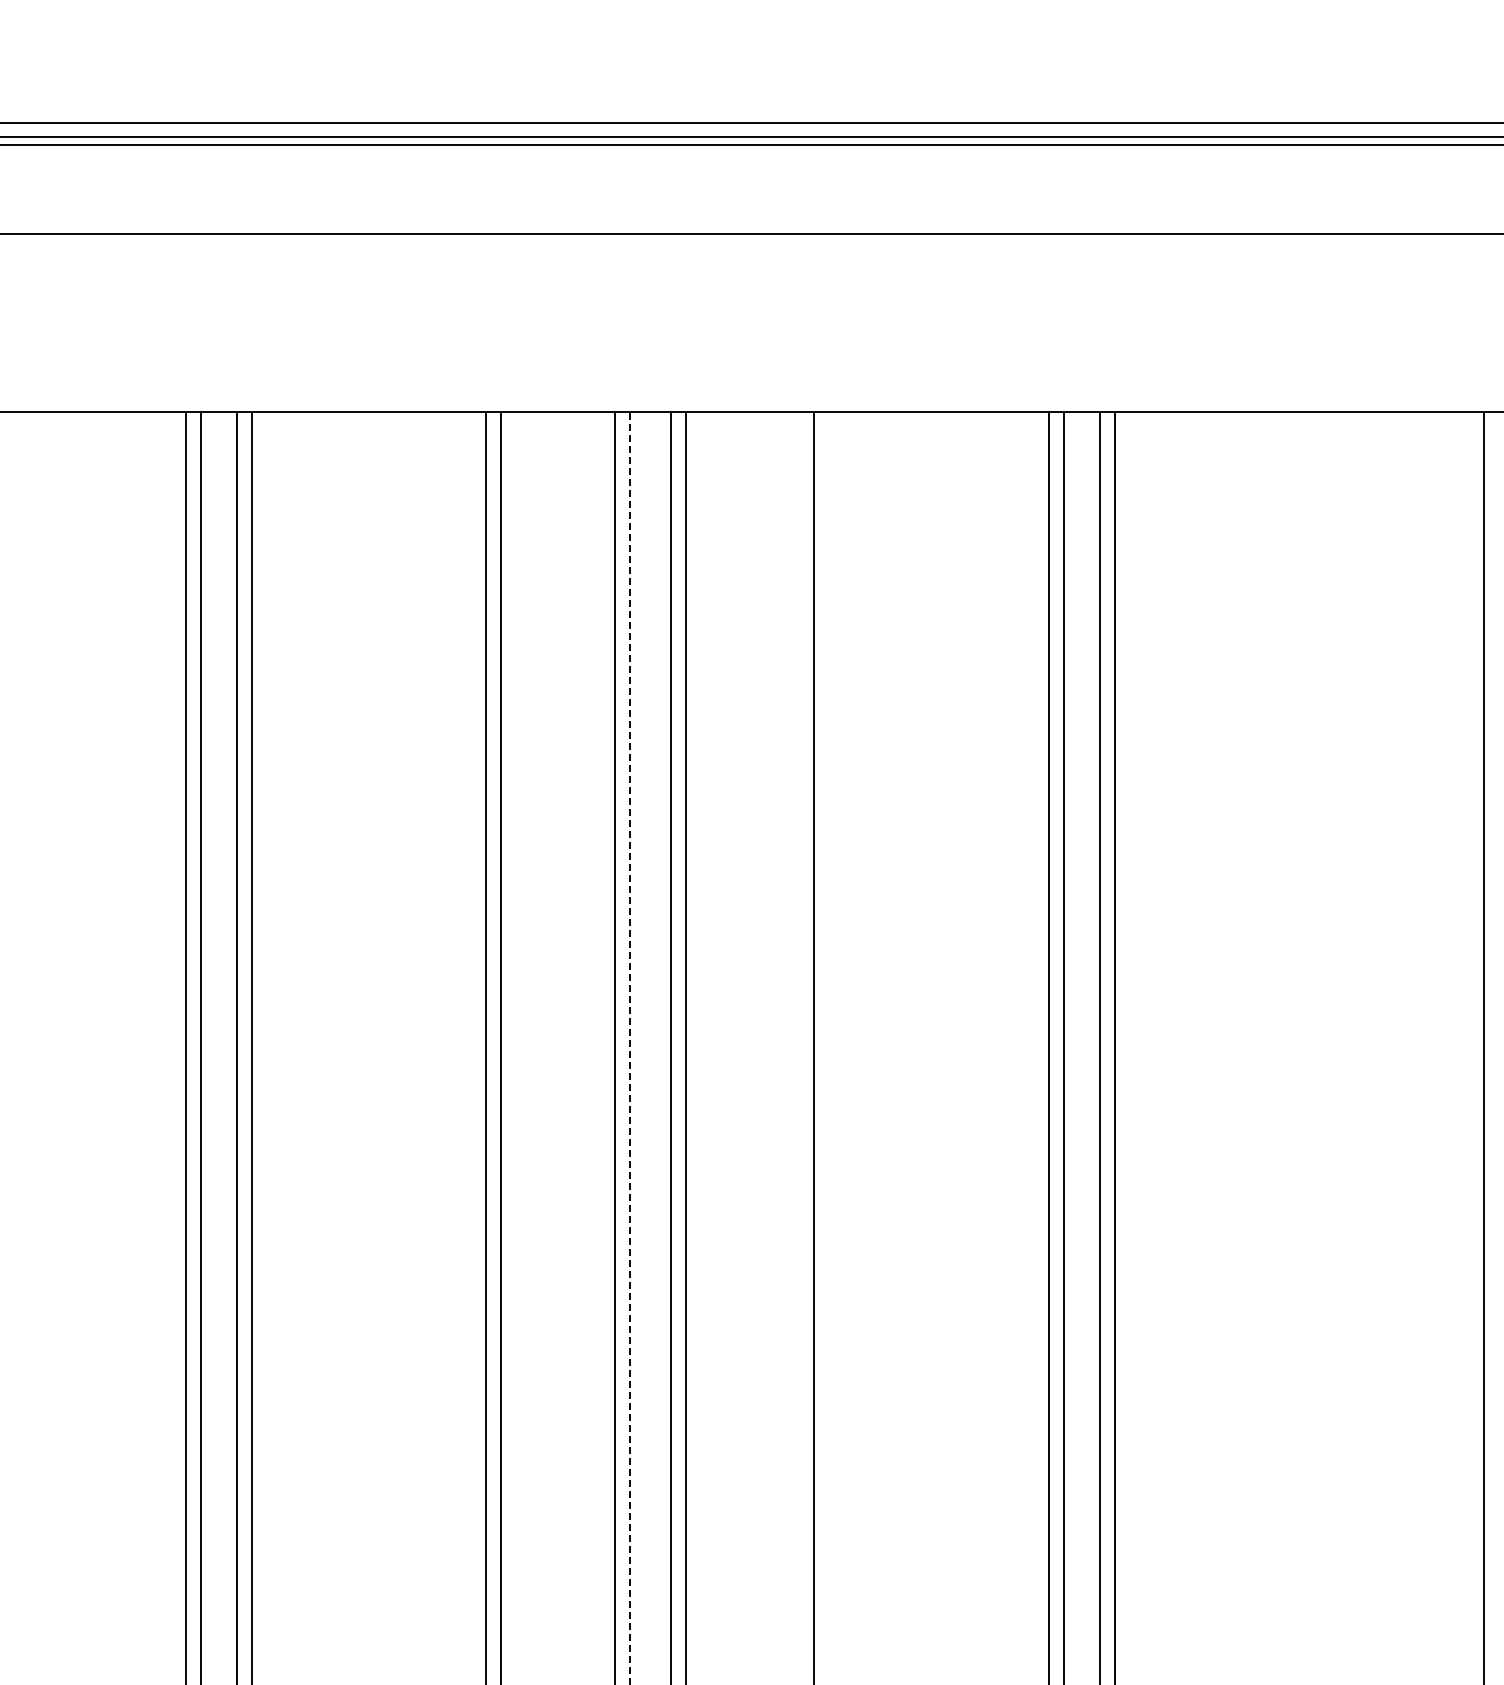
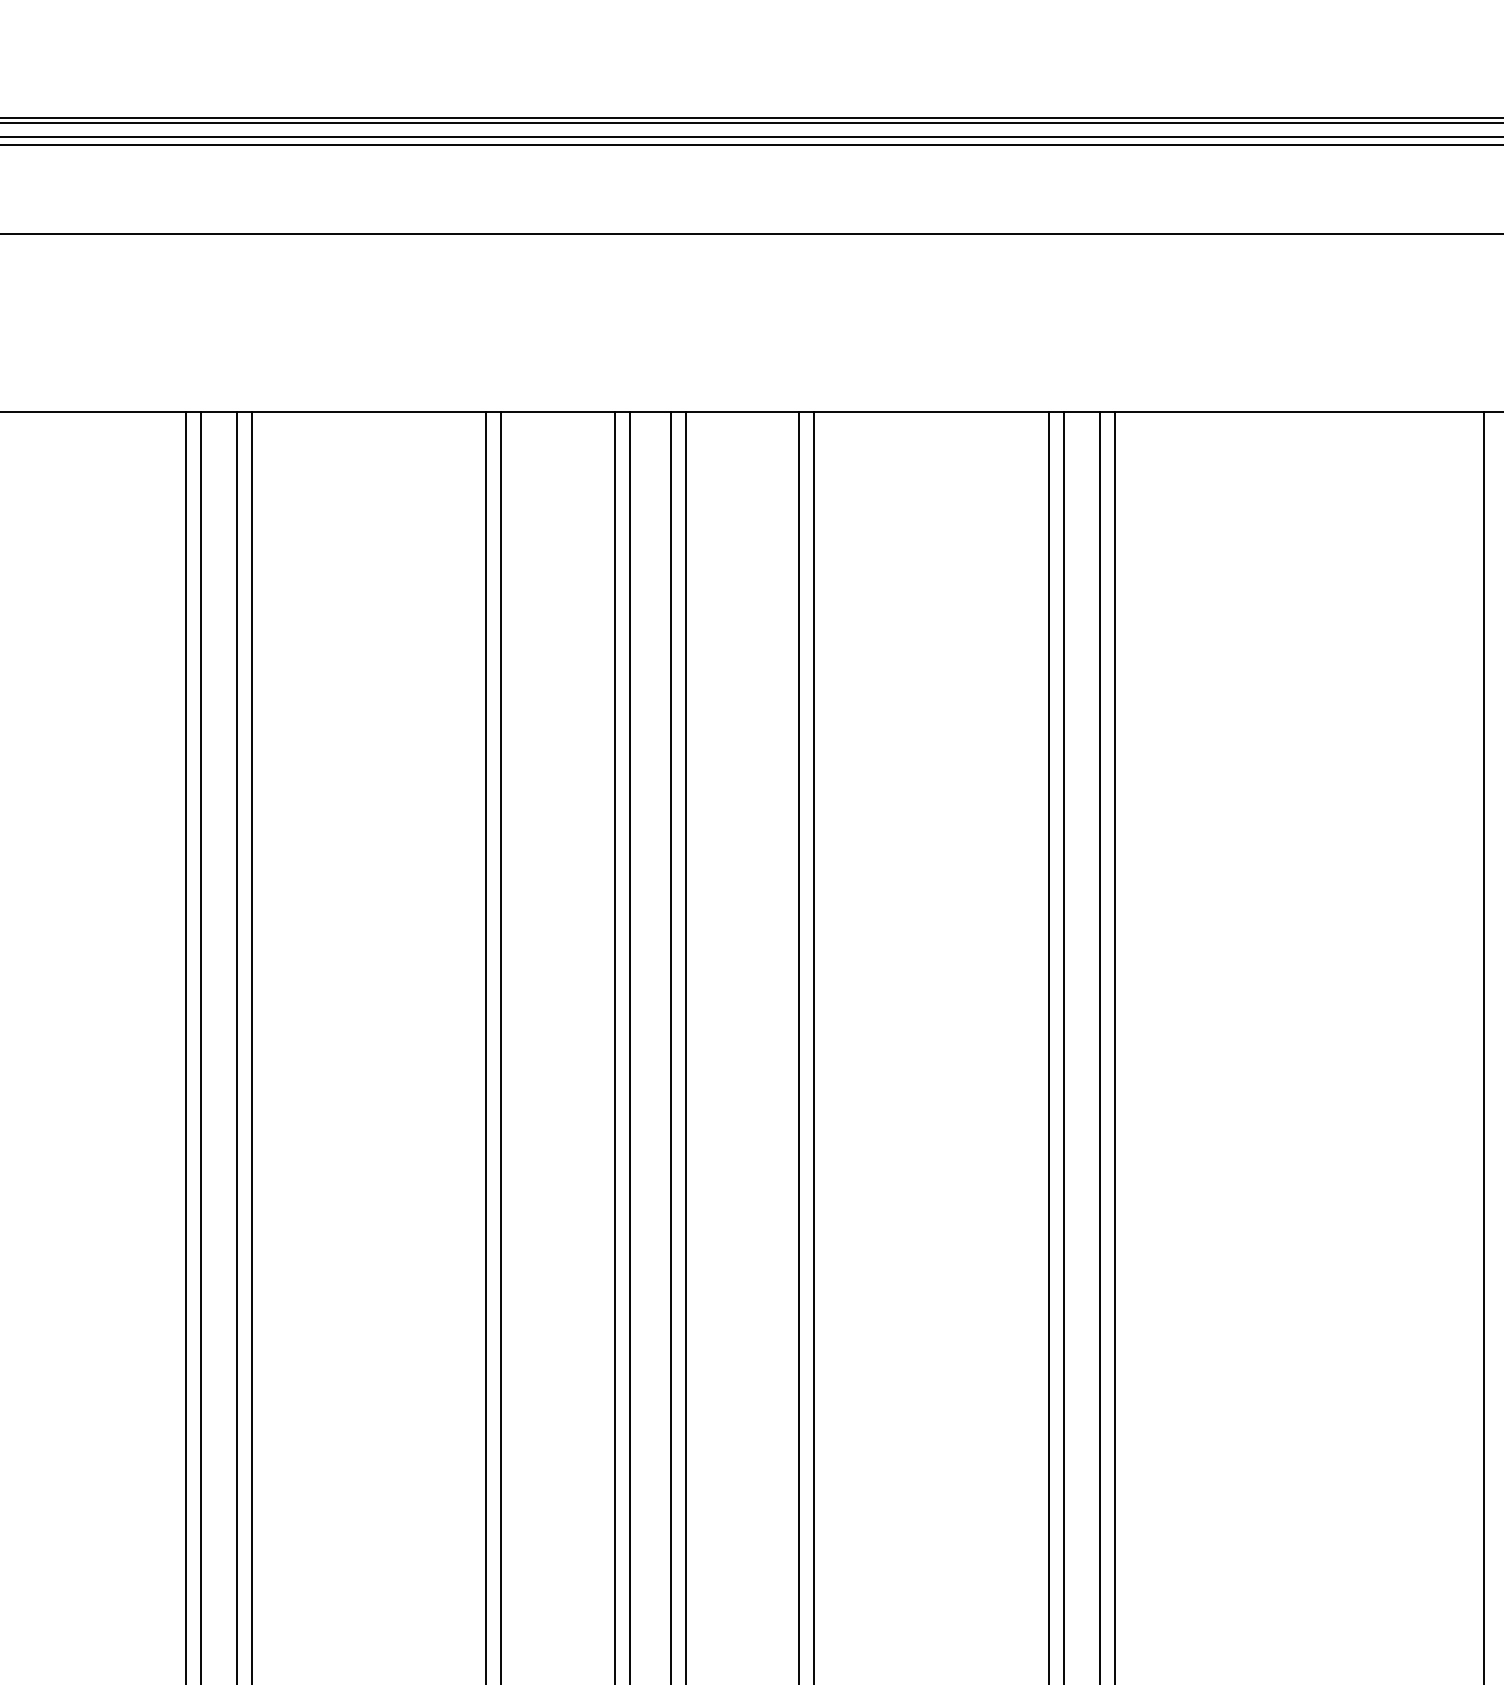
line at (751, 117): none -> present
line at (799, 1046): none -> present
line at (629, 1048): dashed -> solid
